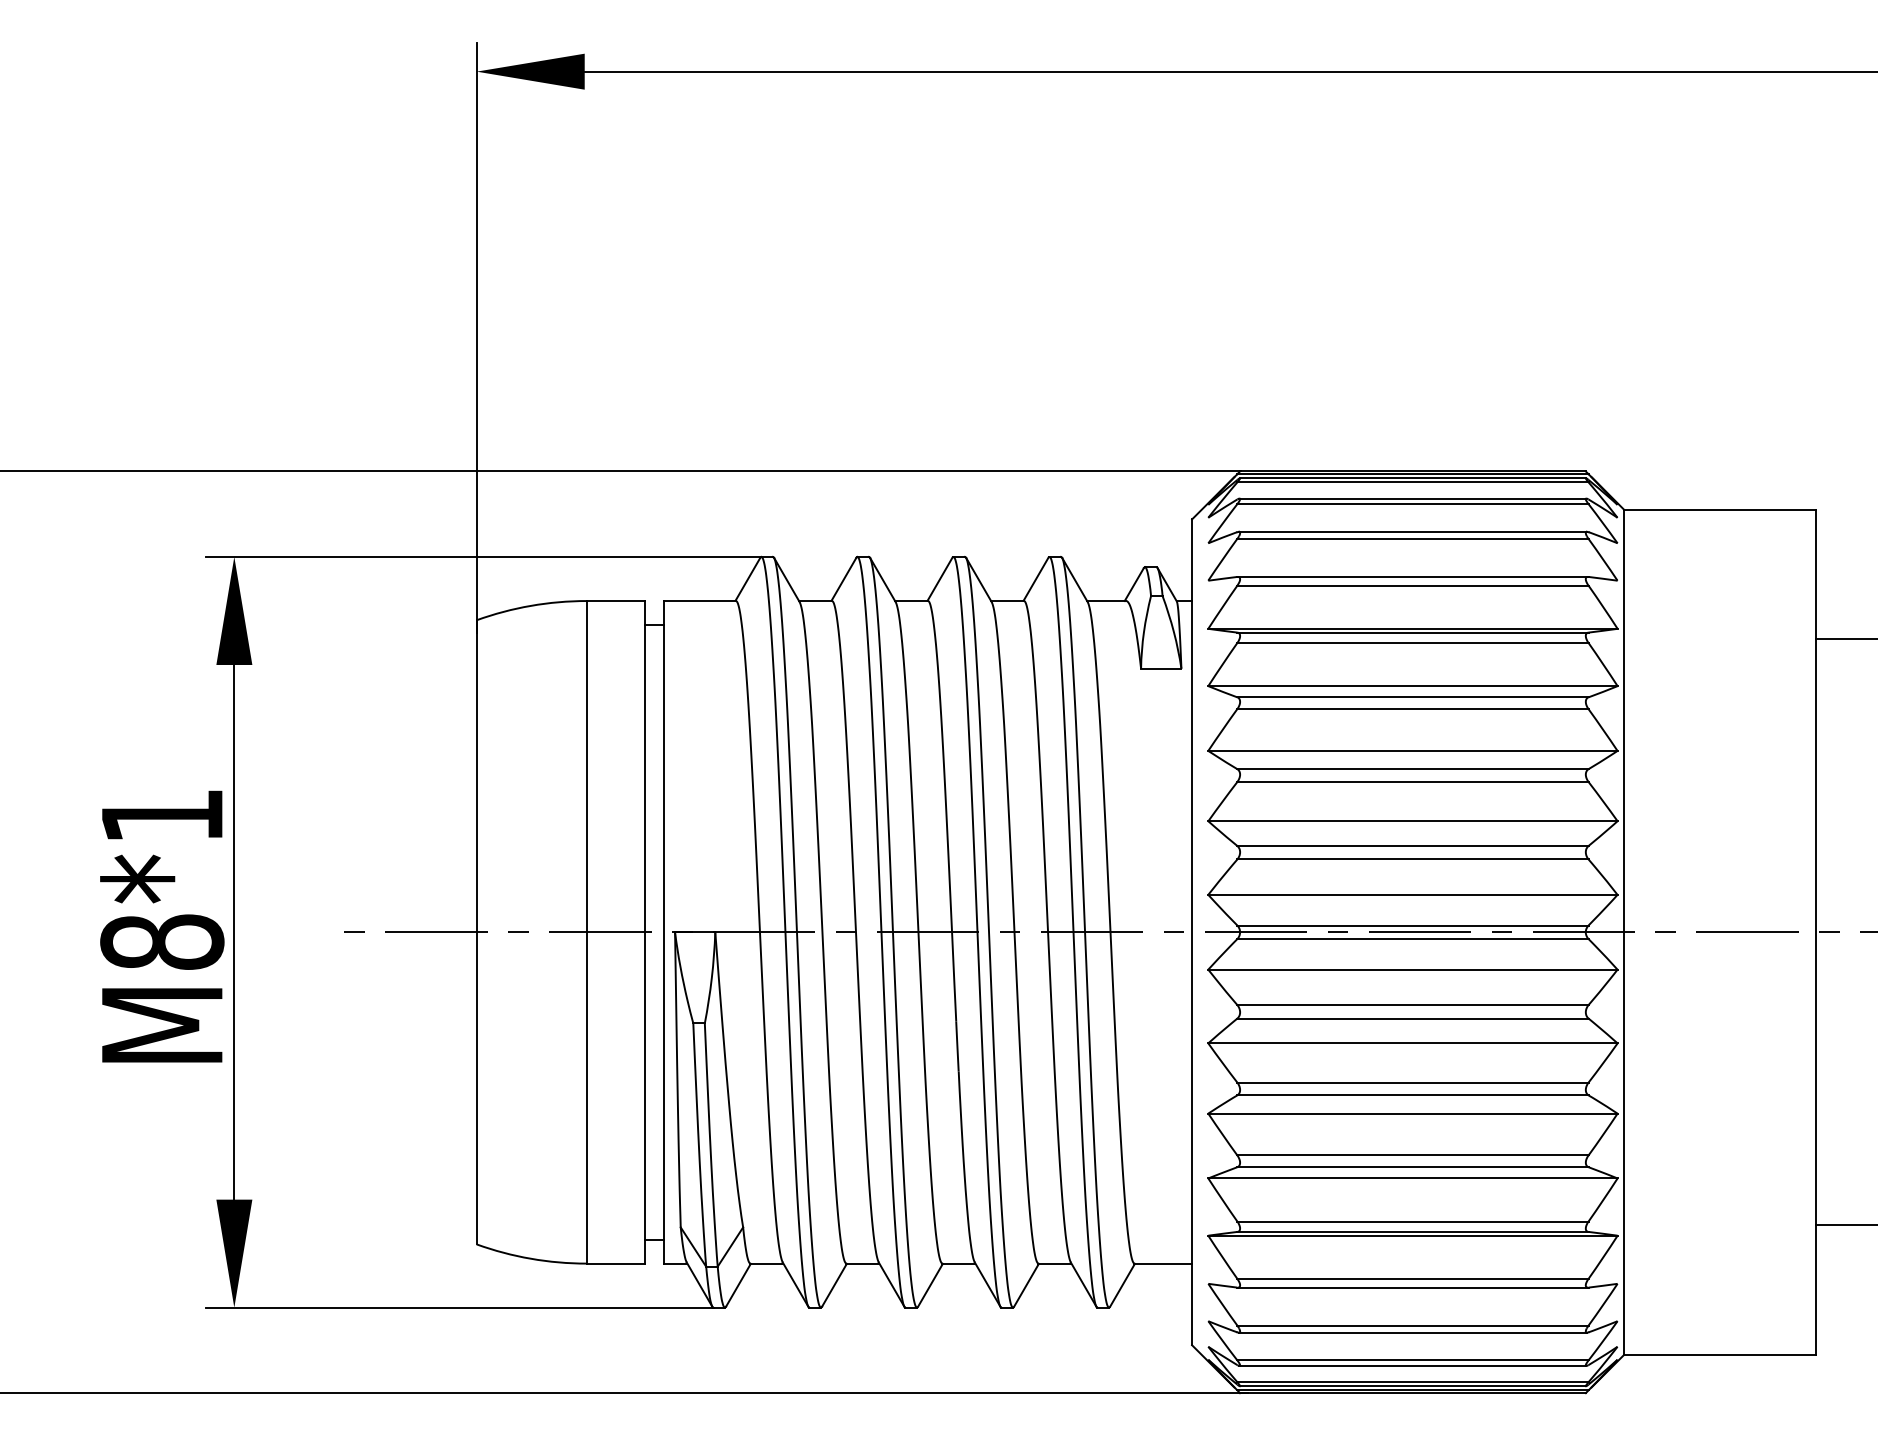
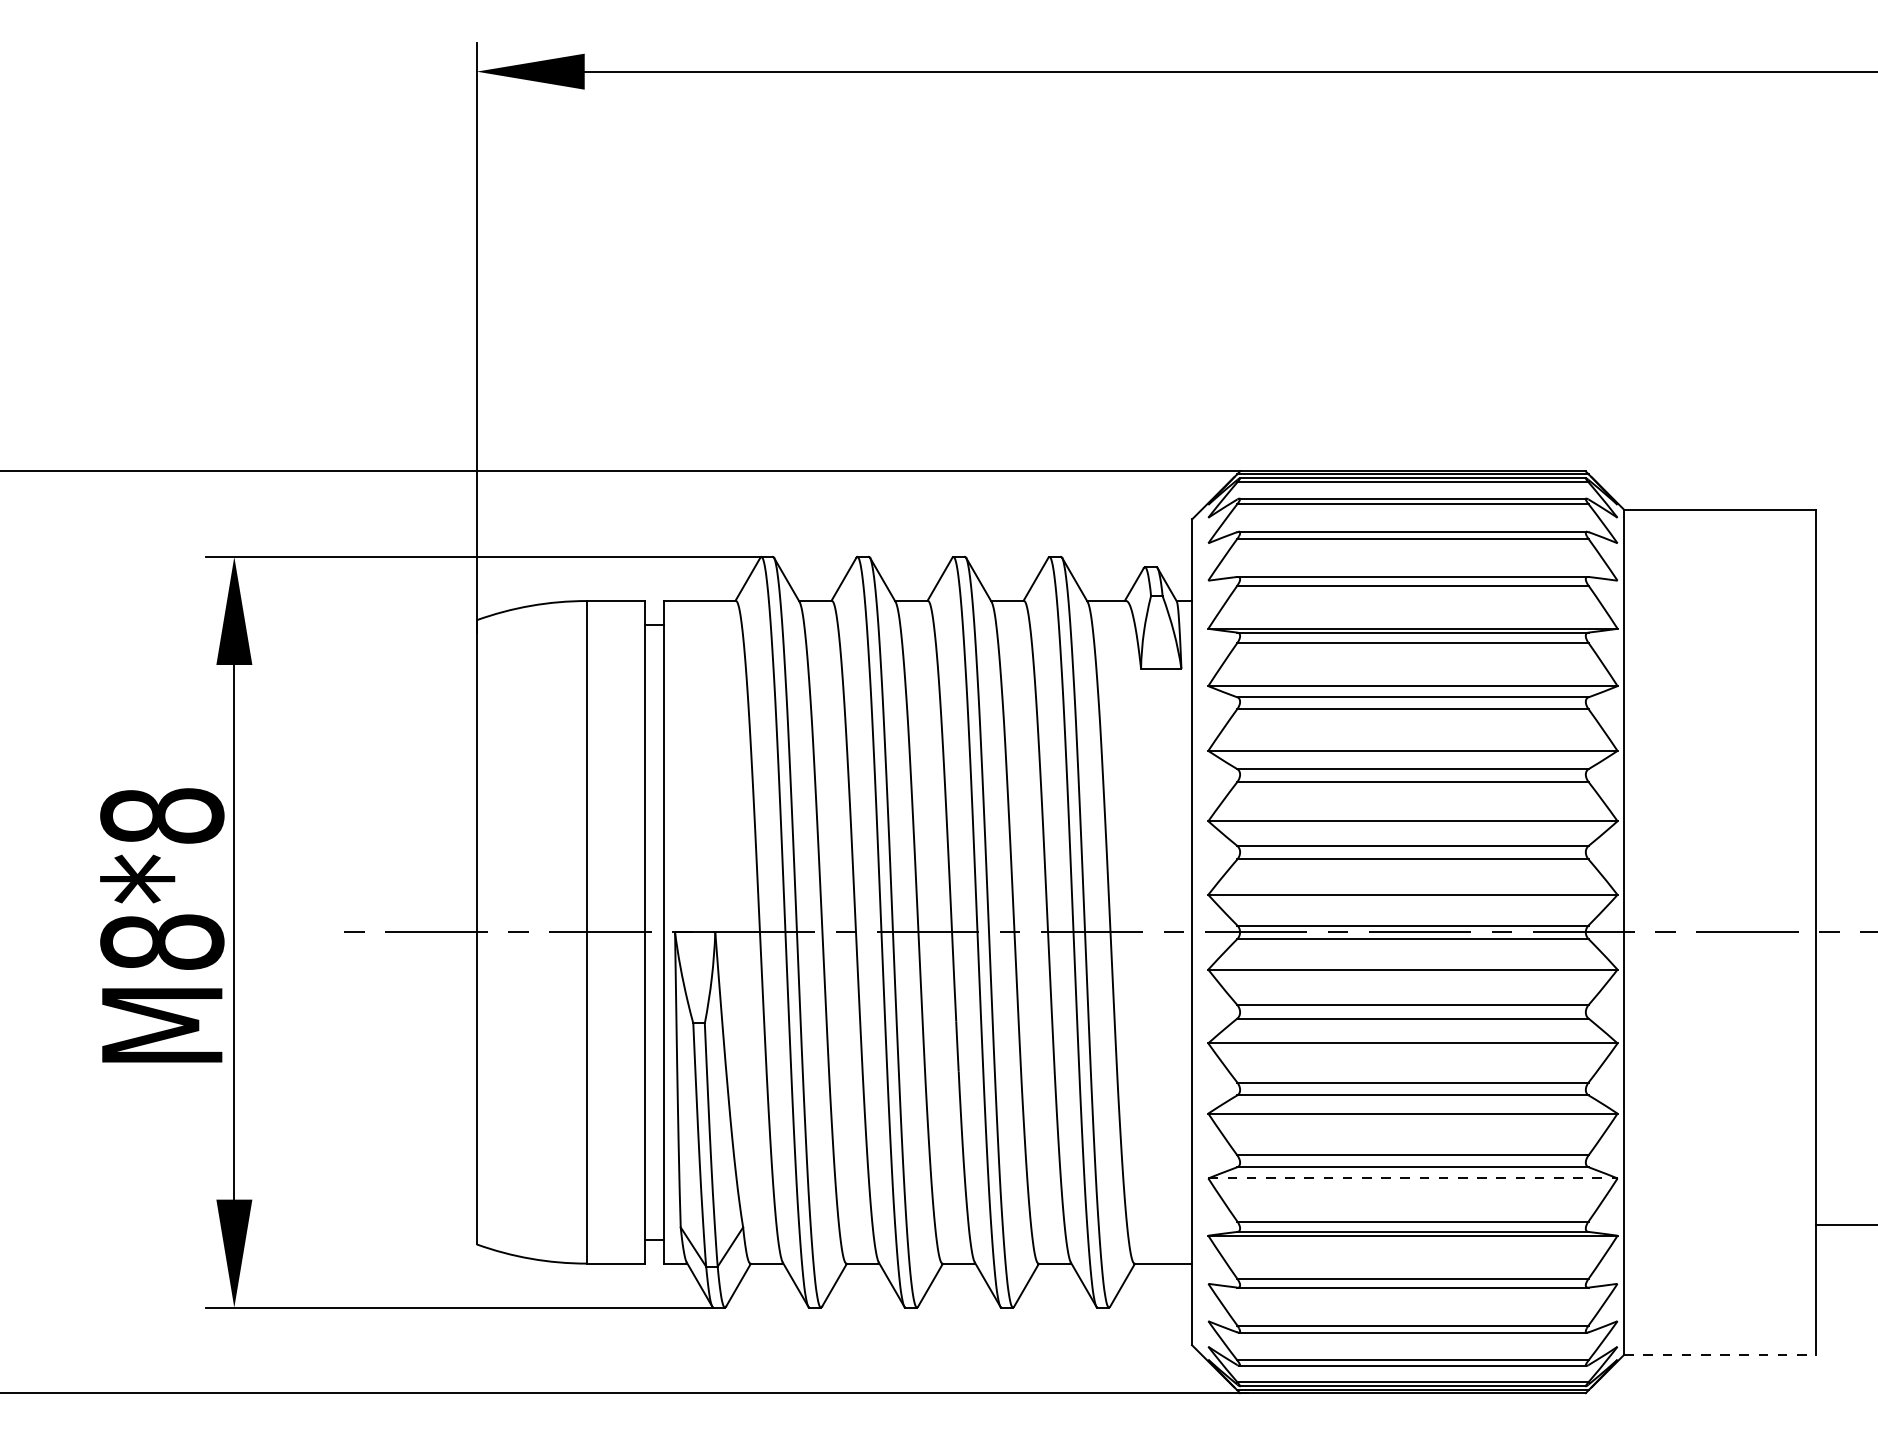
line at (1845, 639): present -> none
text at (162, 815): M8*1 -> M8*8
line at (1412, 1178): solid -> dashed
line at (1720, 1354): solid -> dashed
